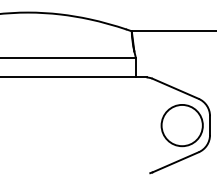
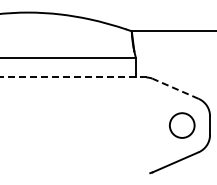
line at (73, 77): solid -> dashed
line at (175, 88): solid -> dashed
circle at (181, 125) diameter: 41 px -> 25 px
